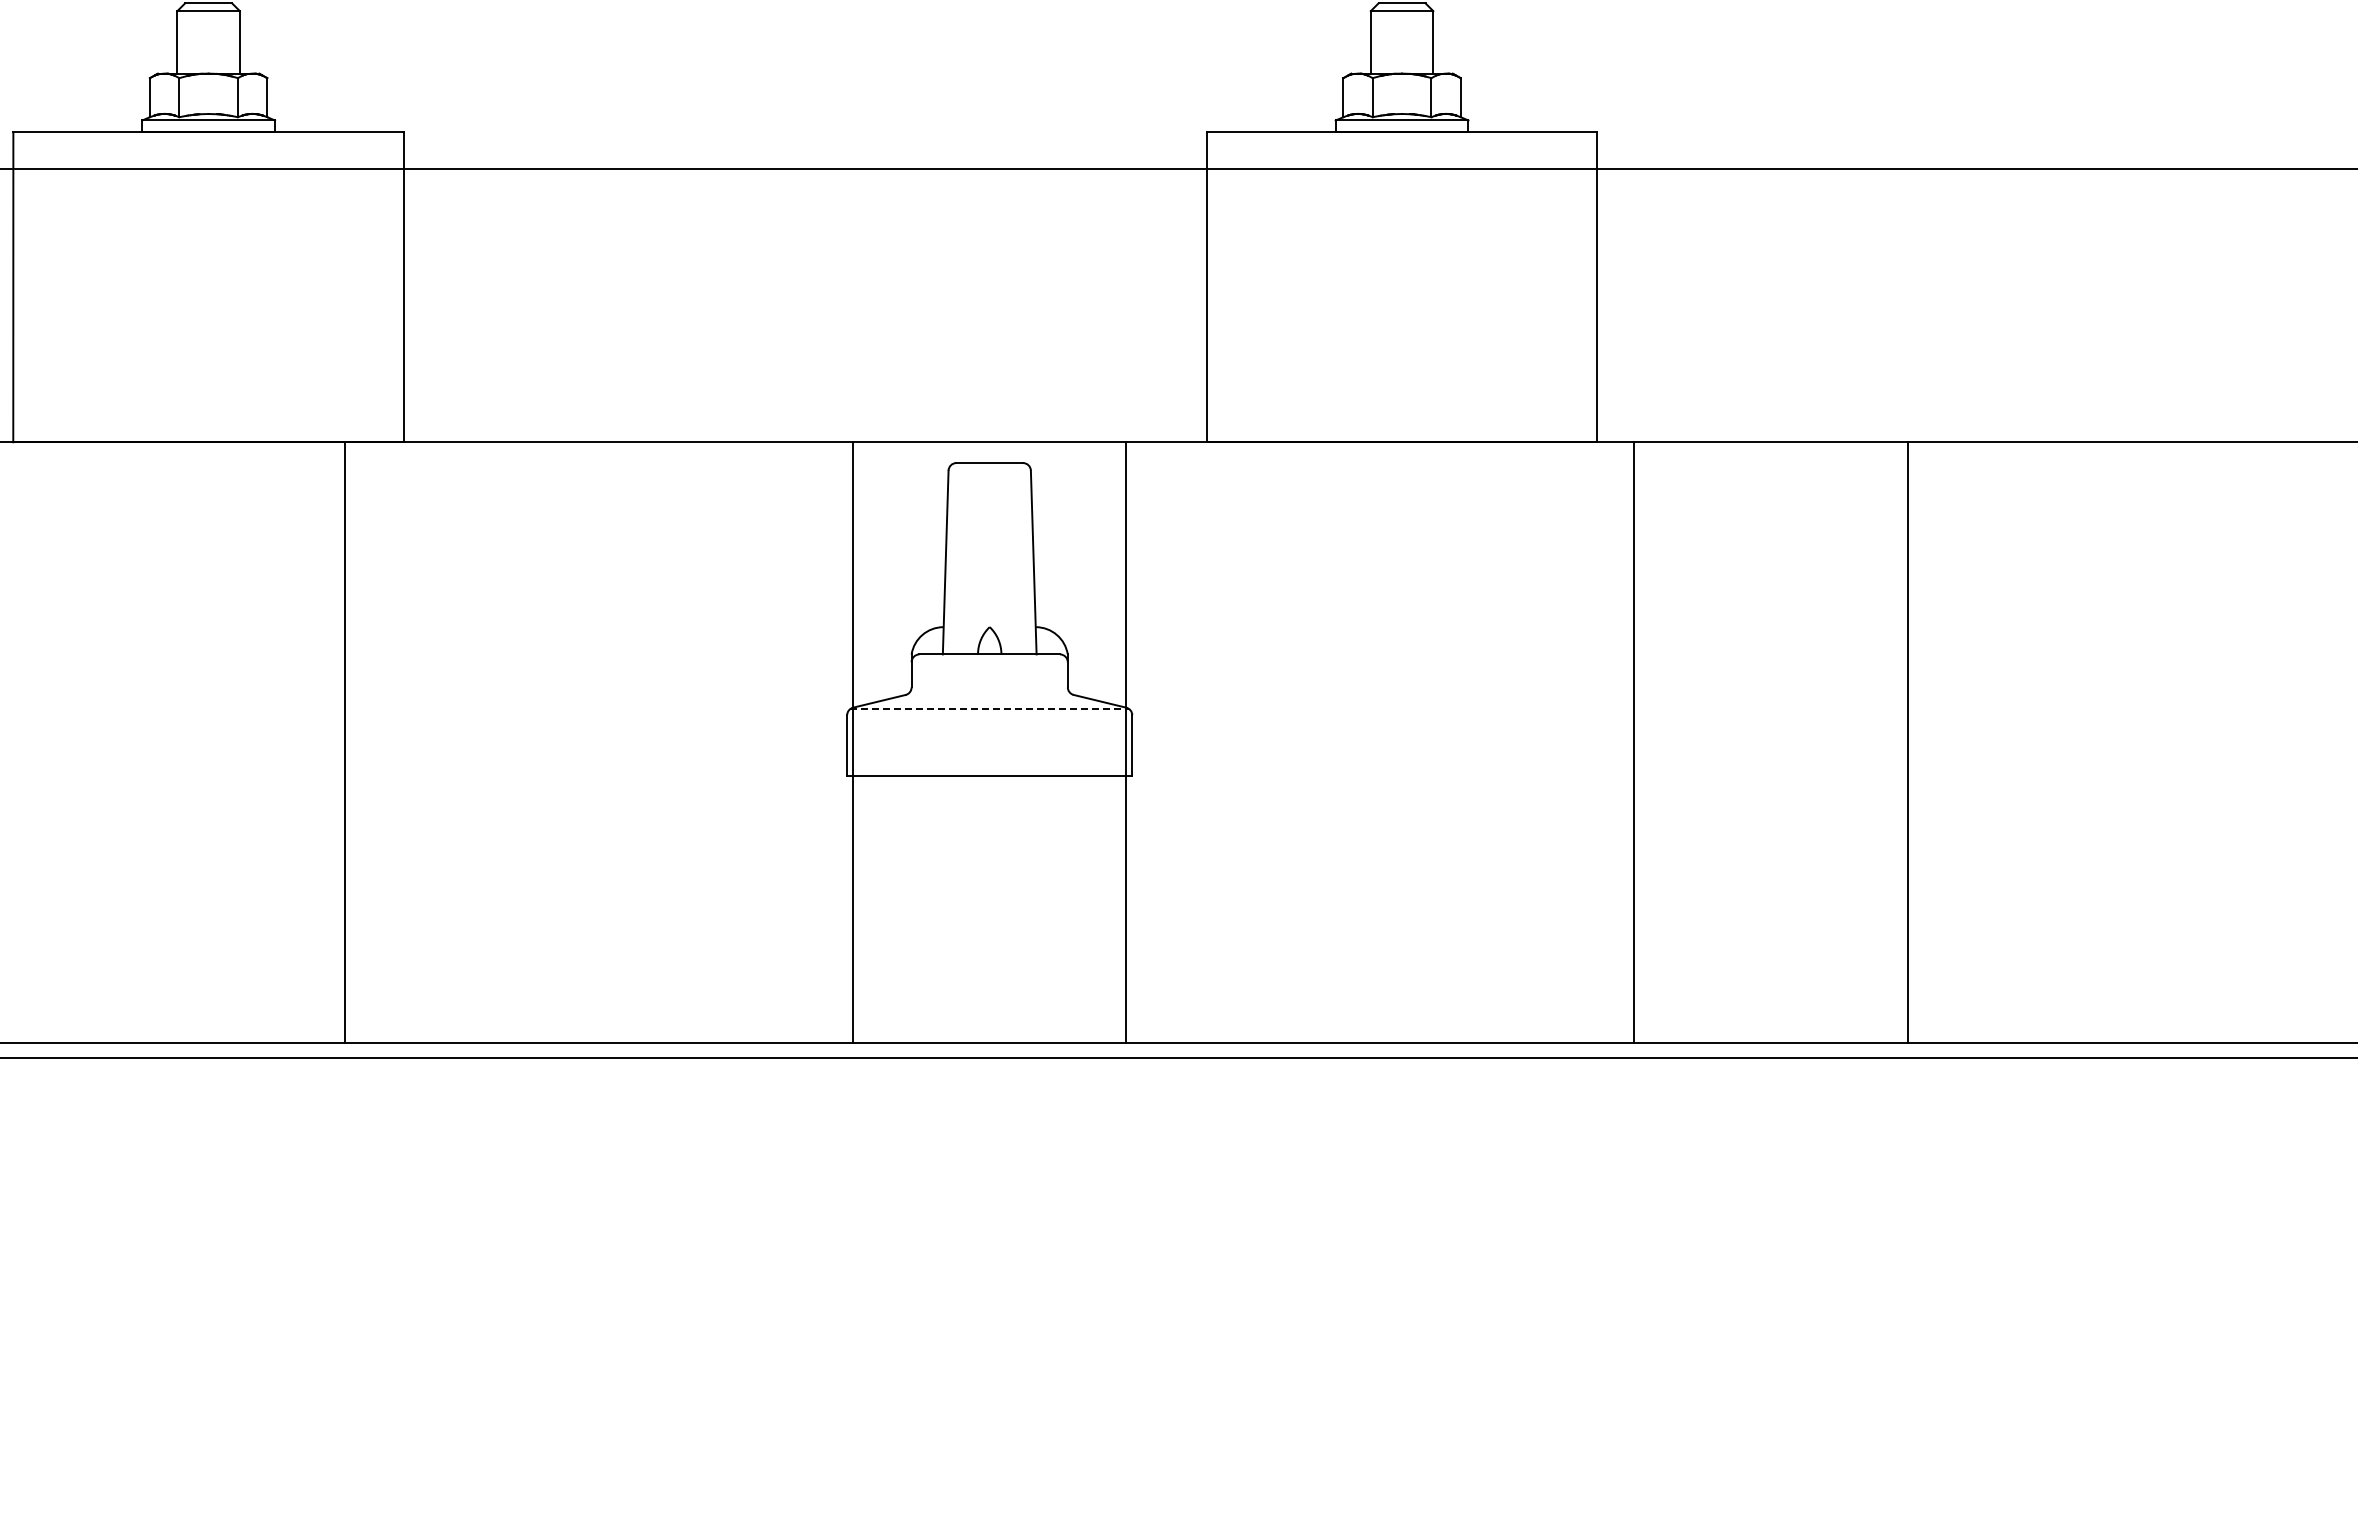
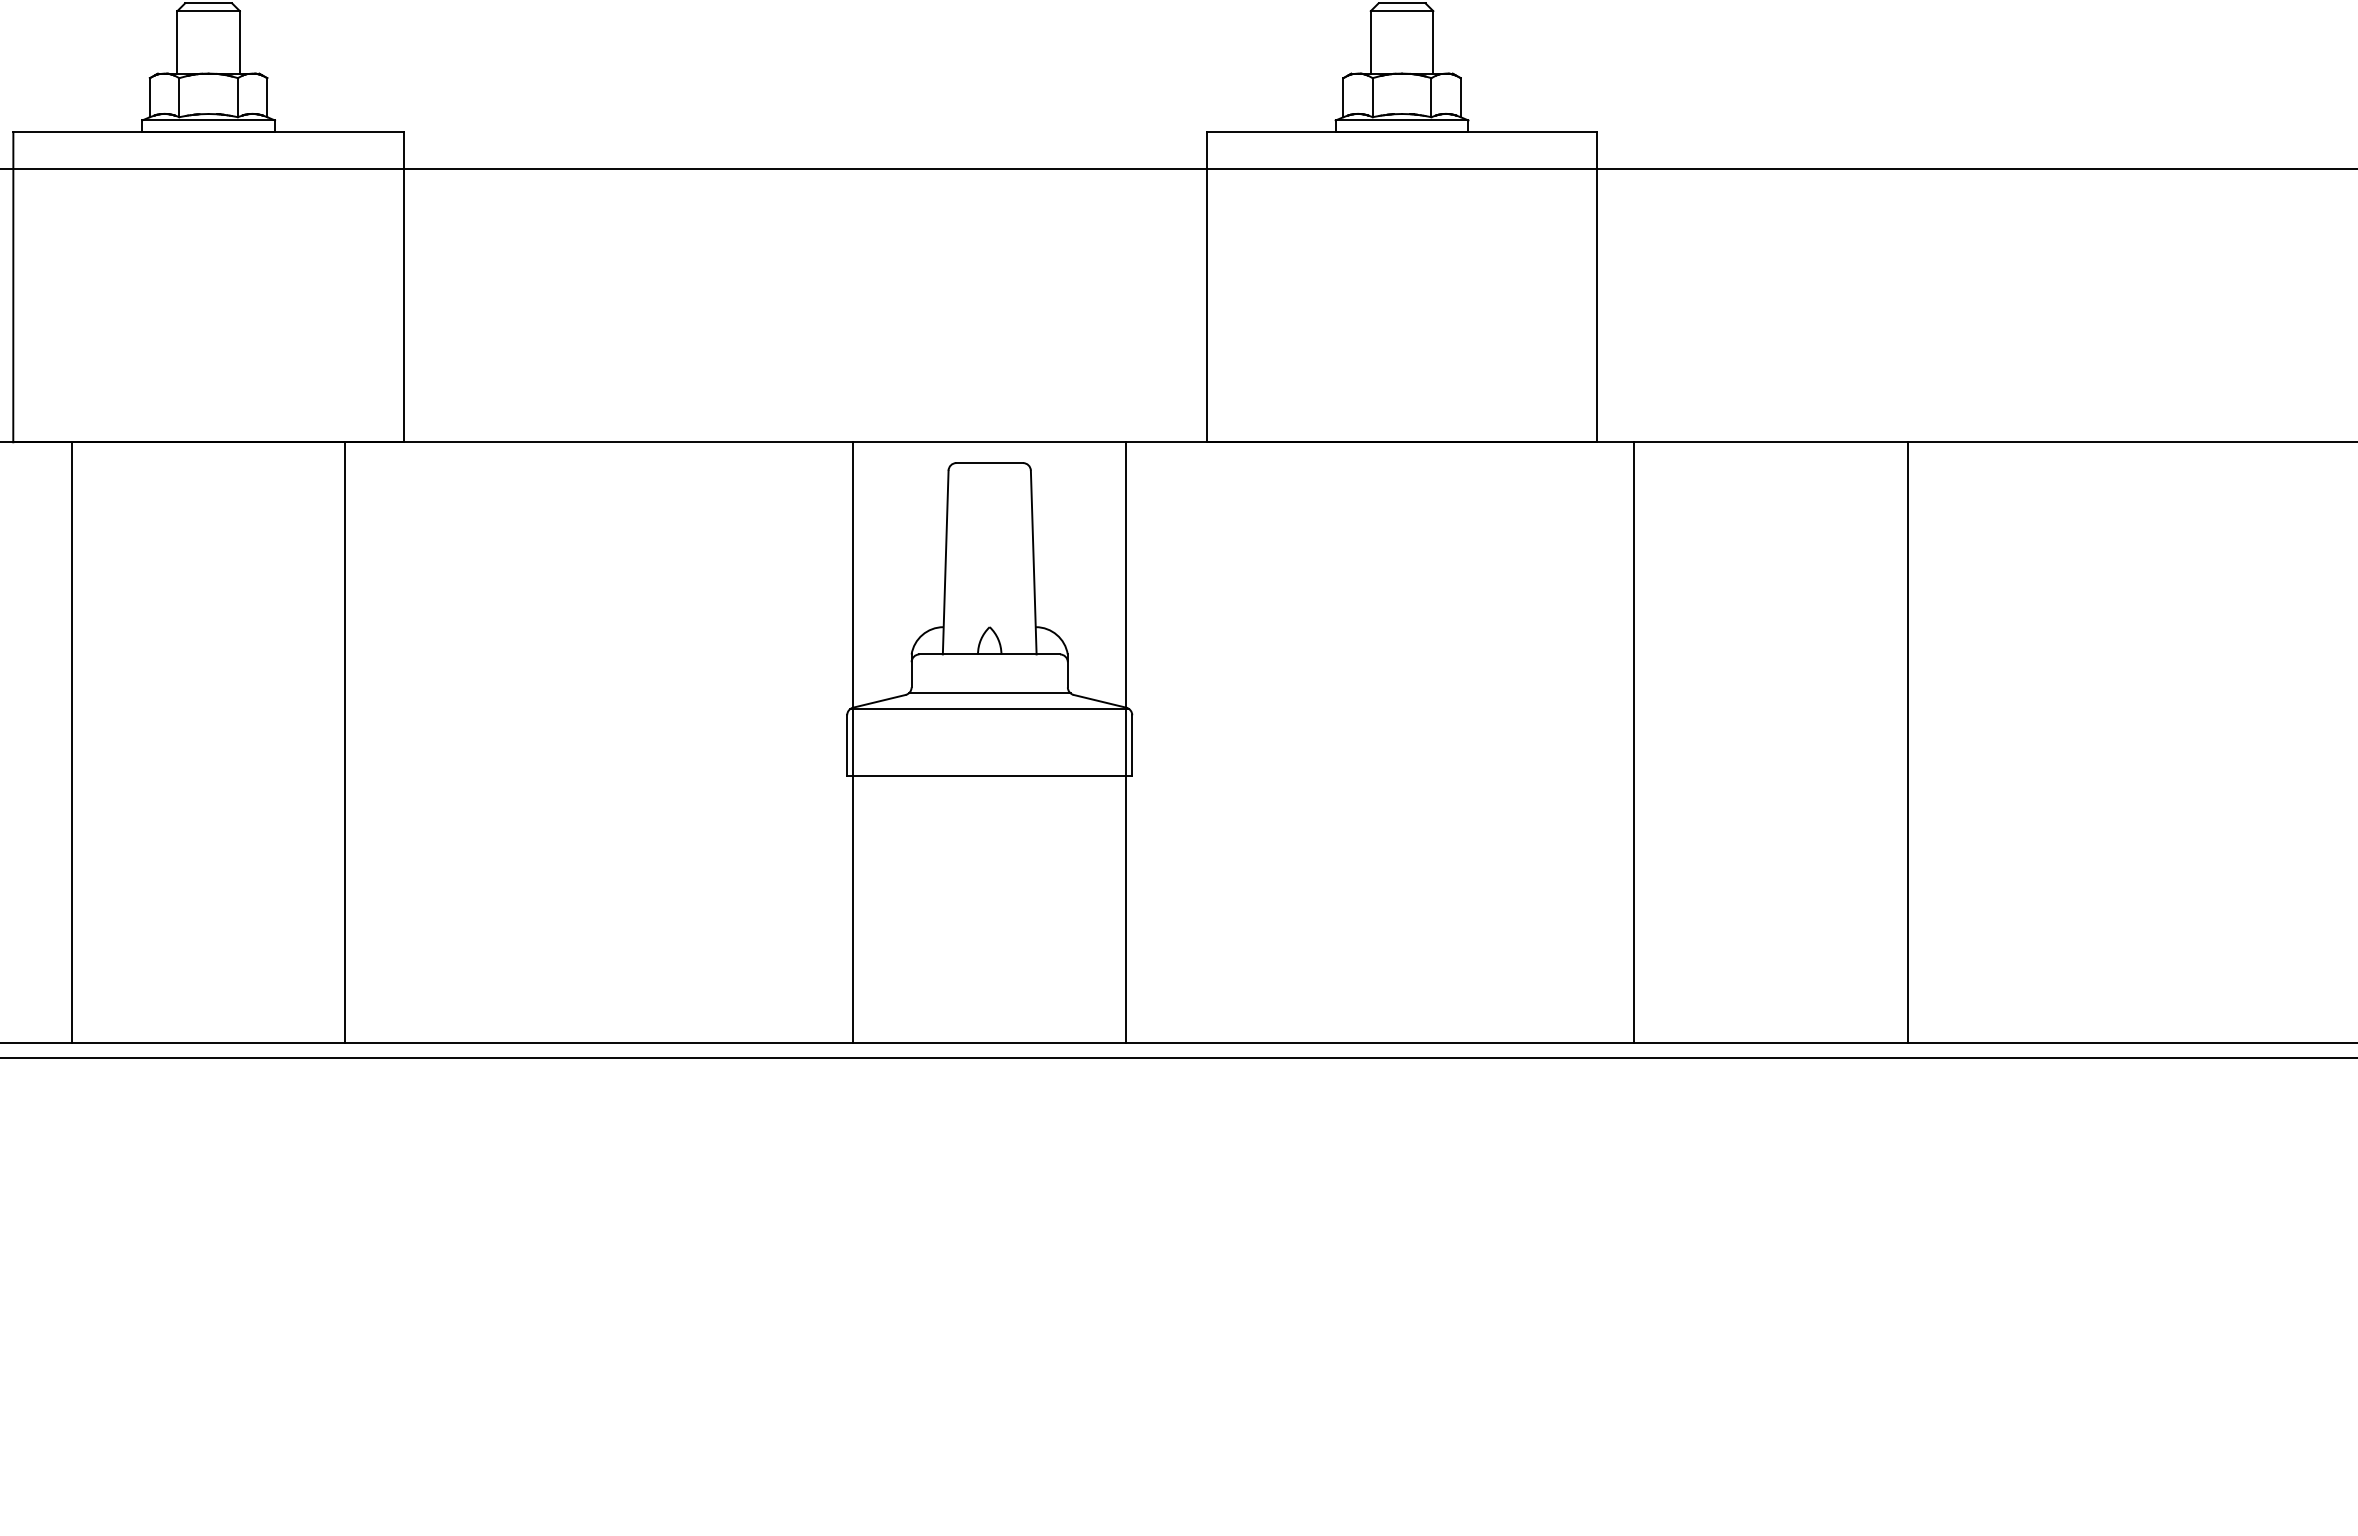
line at (989, 693): none -> present
line at (989, 709): dashed -> solid
line at (71, 742): none -> present
